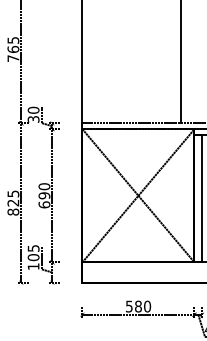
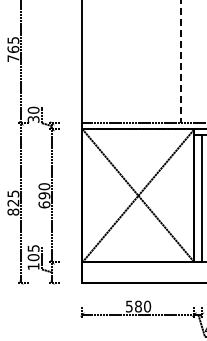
line at (180, 62): solid -> dashed
